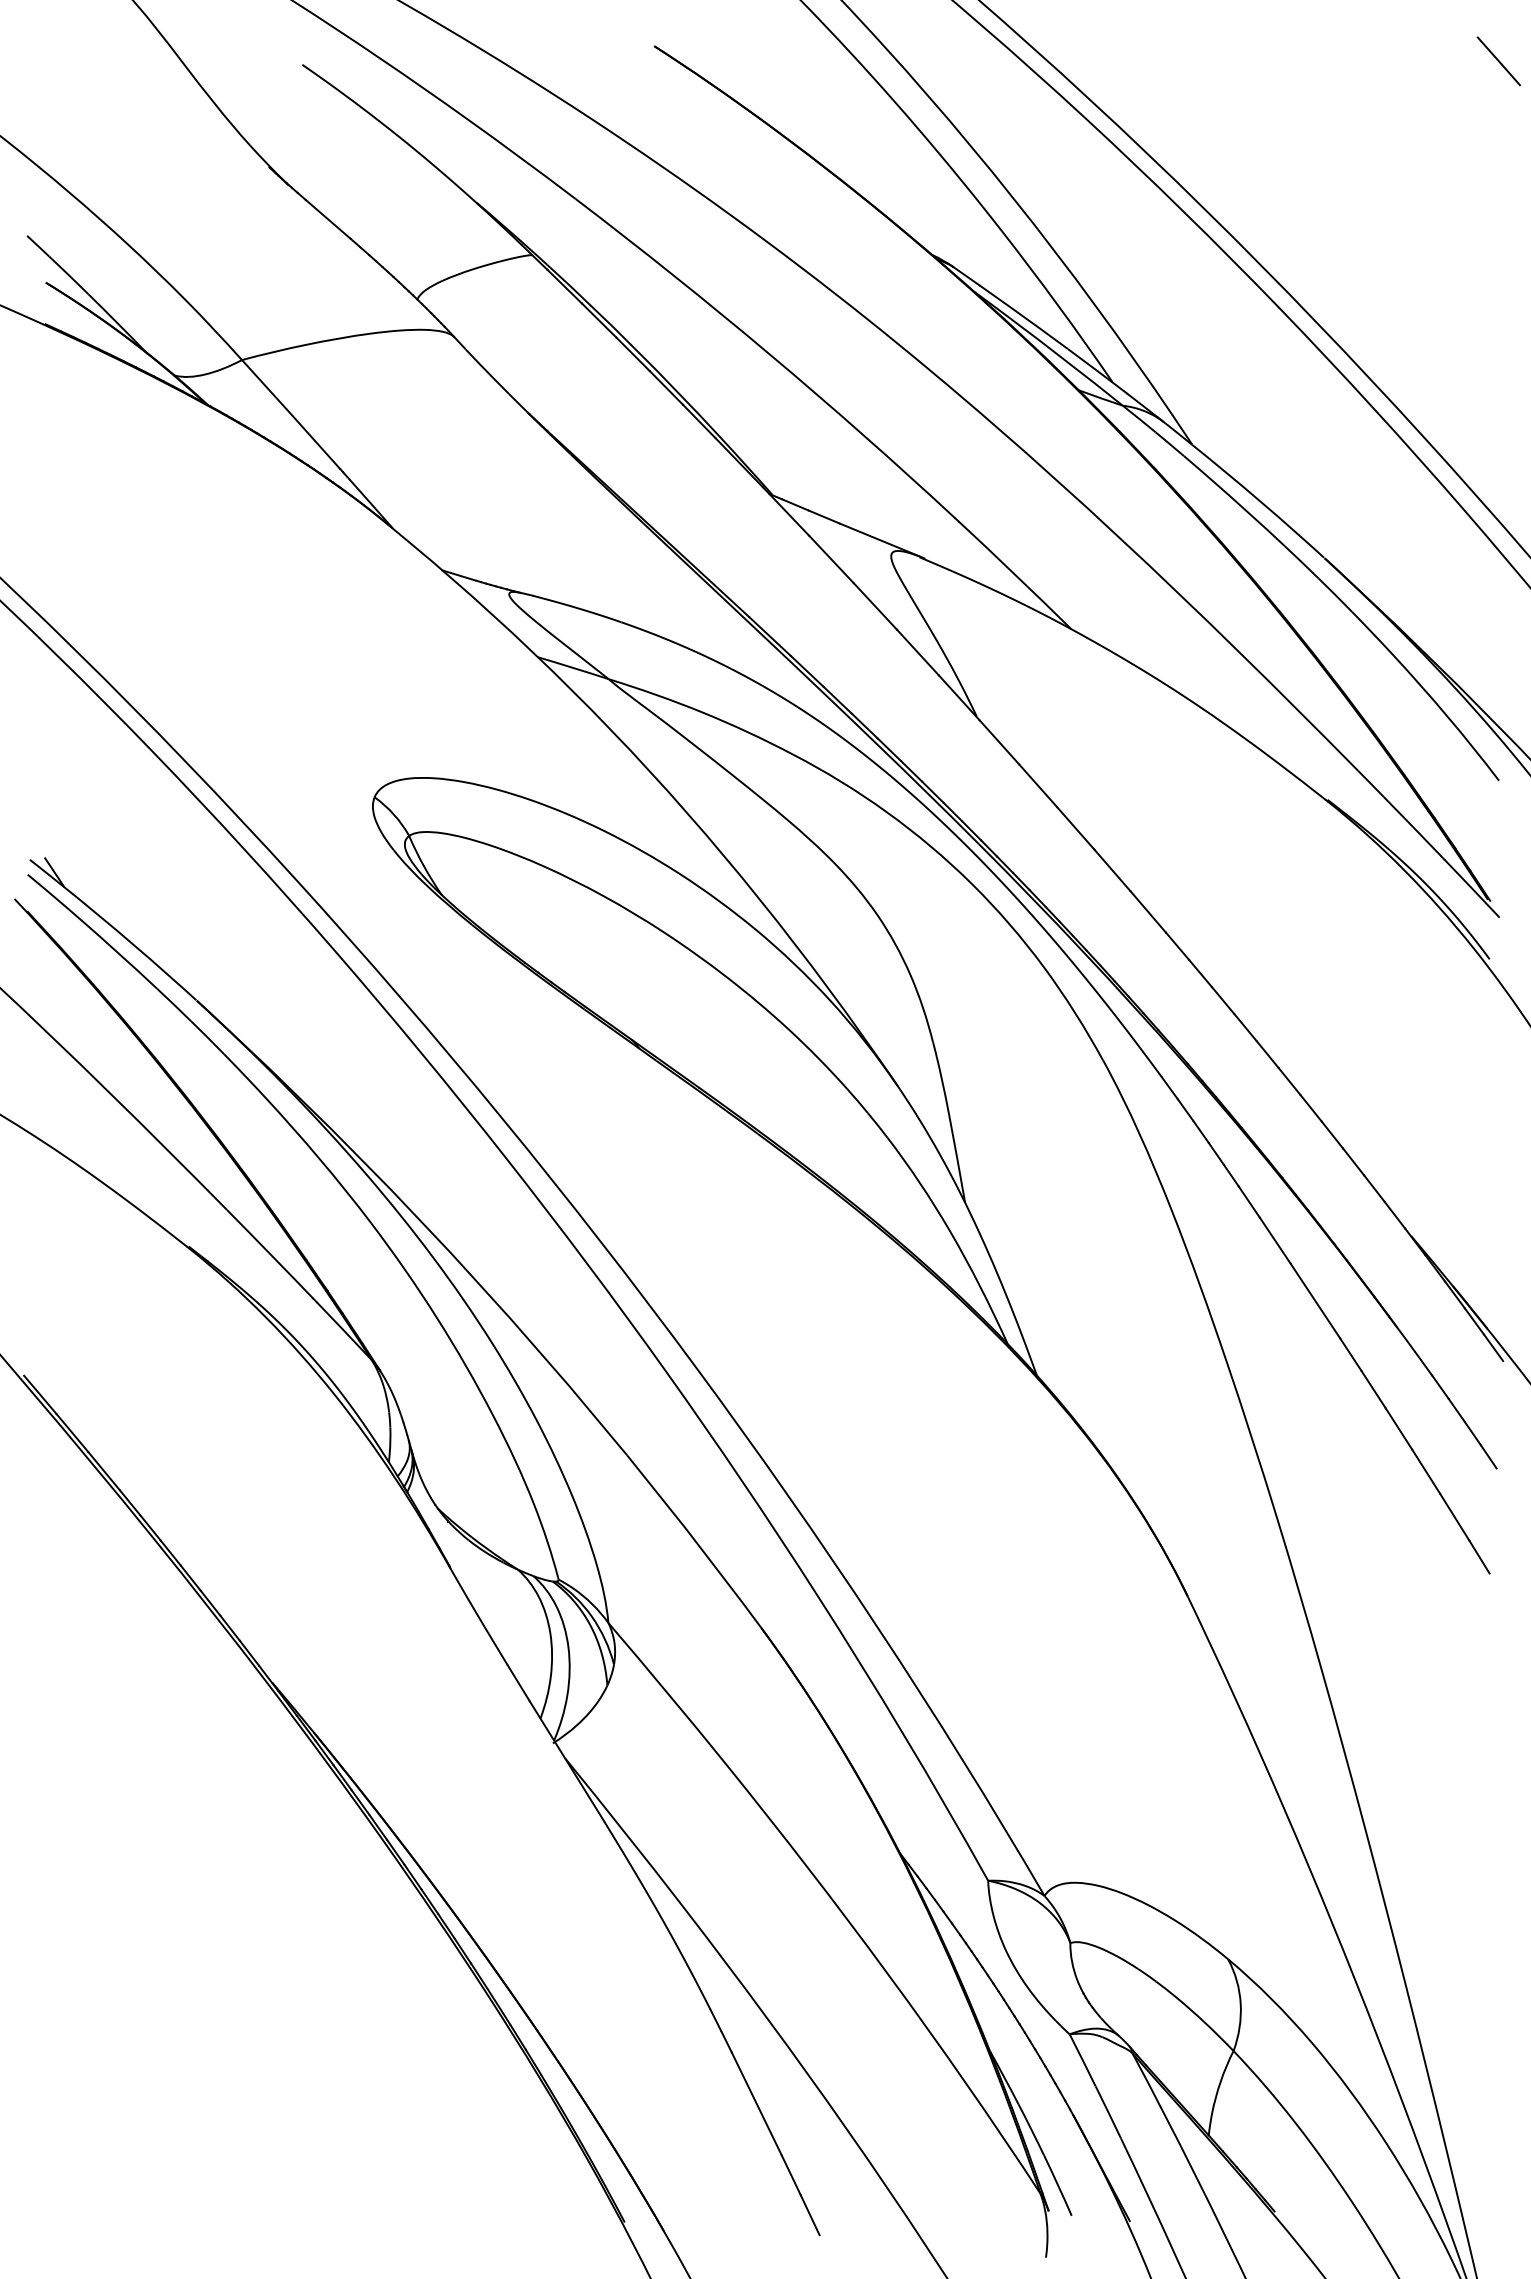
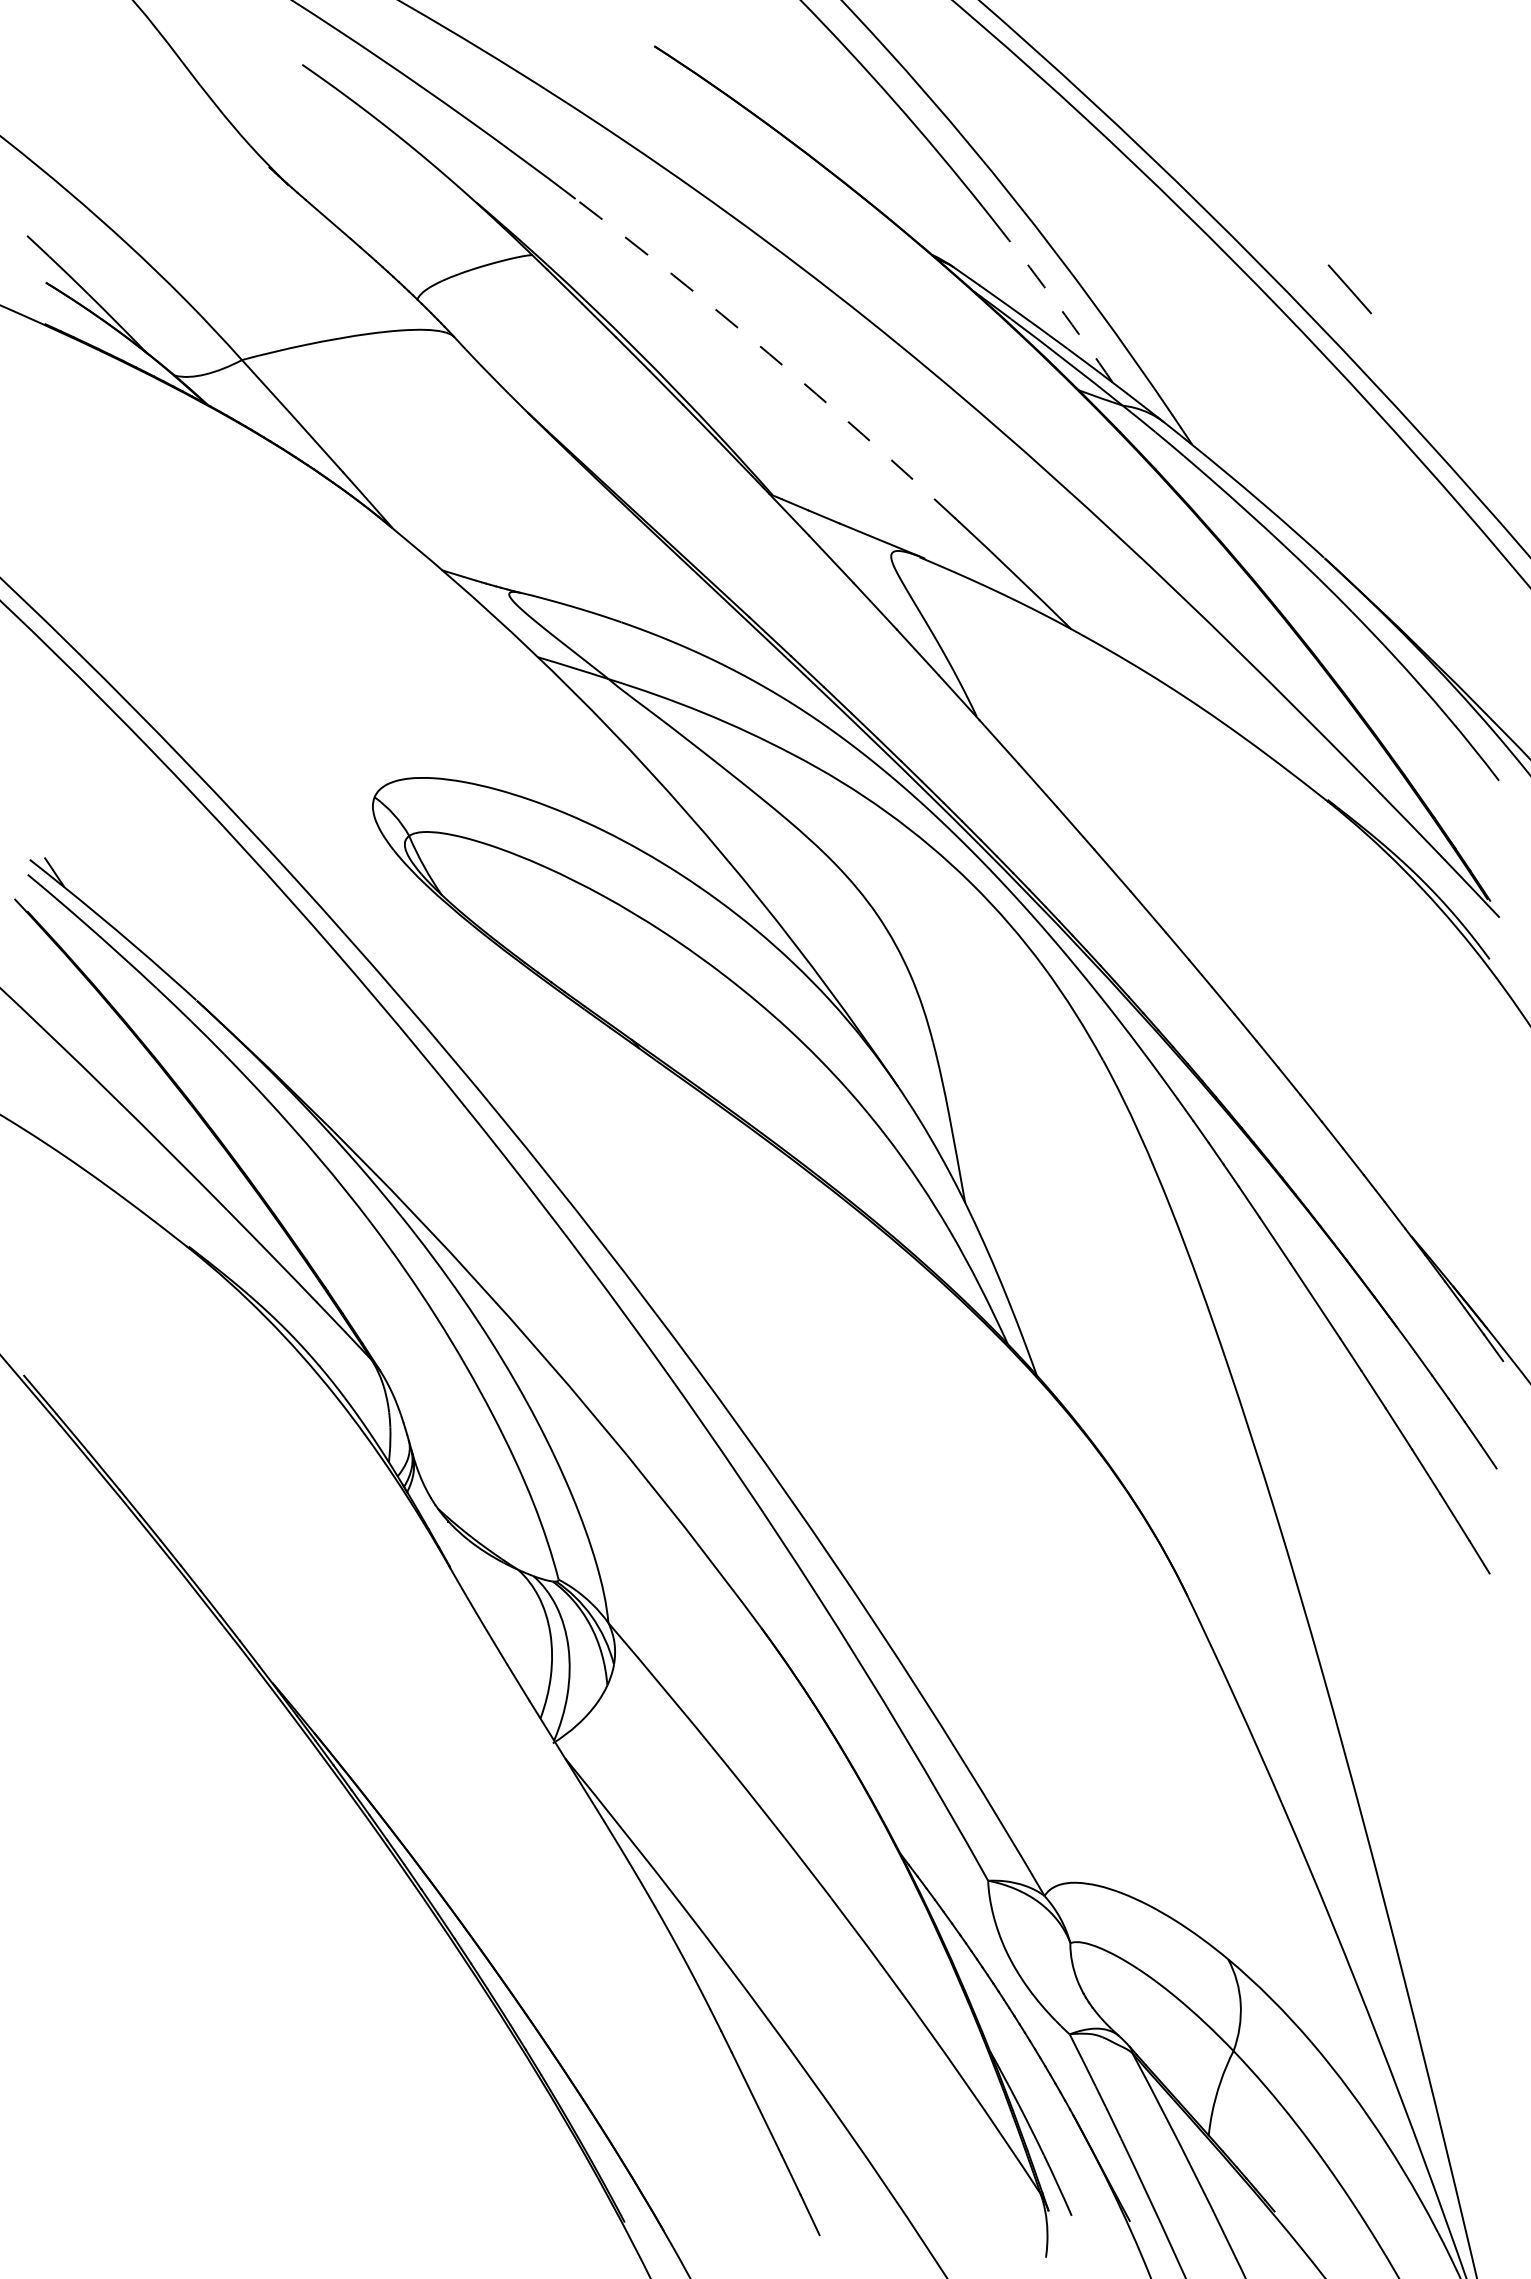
line at (1498, 61) position: (1498, 61) -> (1349, 289)
arc at (1058, 305): solid -> dashed
arc at (769, 354): solid -> dashed
